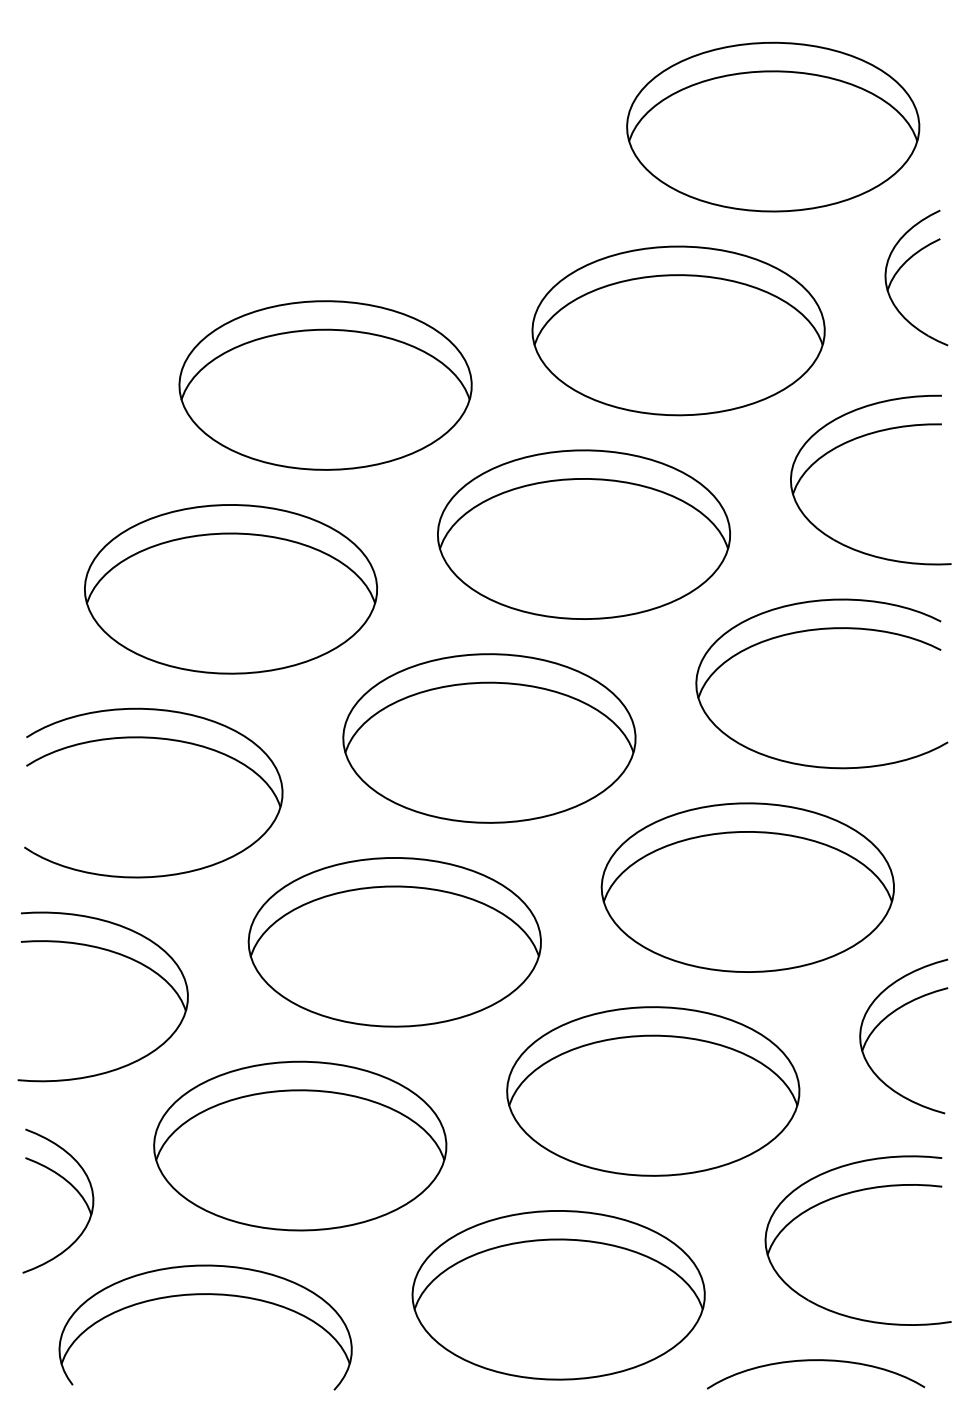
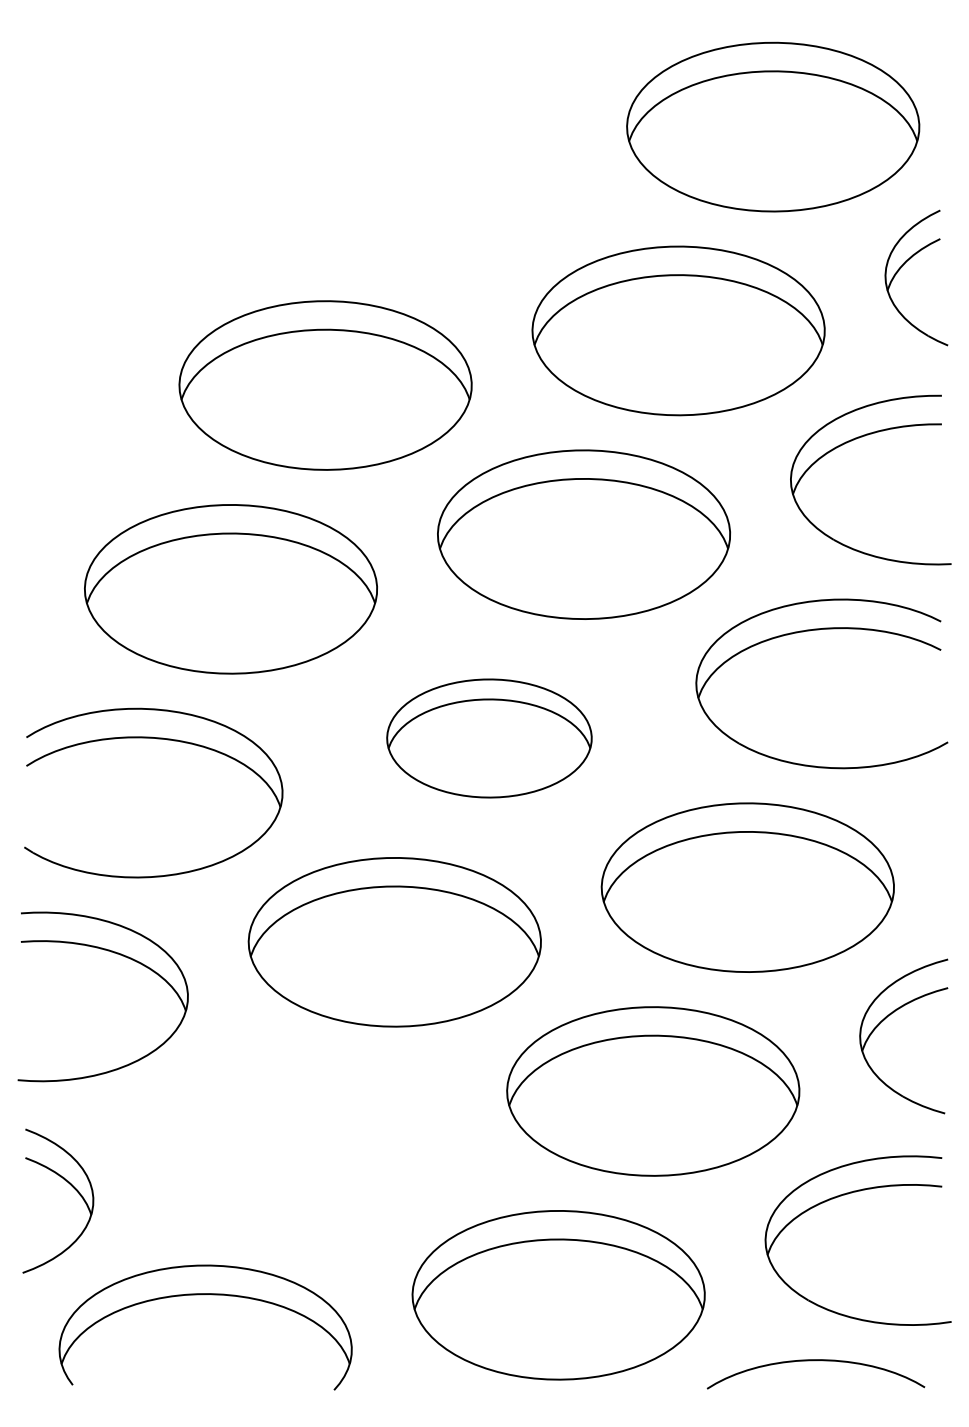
part at (489, 738) size: 295x171 px -> 207x121 px
part at (300, 1145): present -> none
